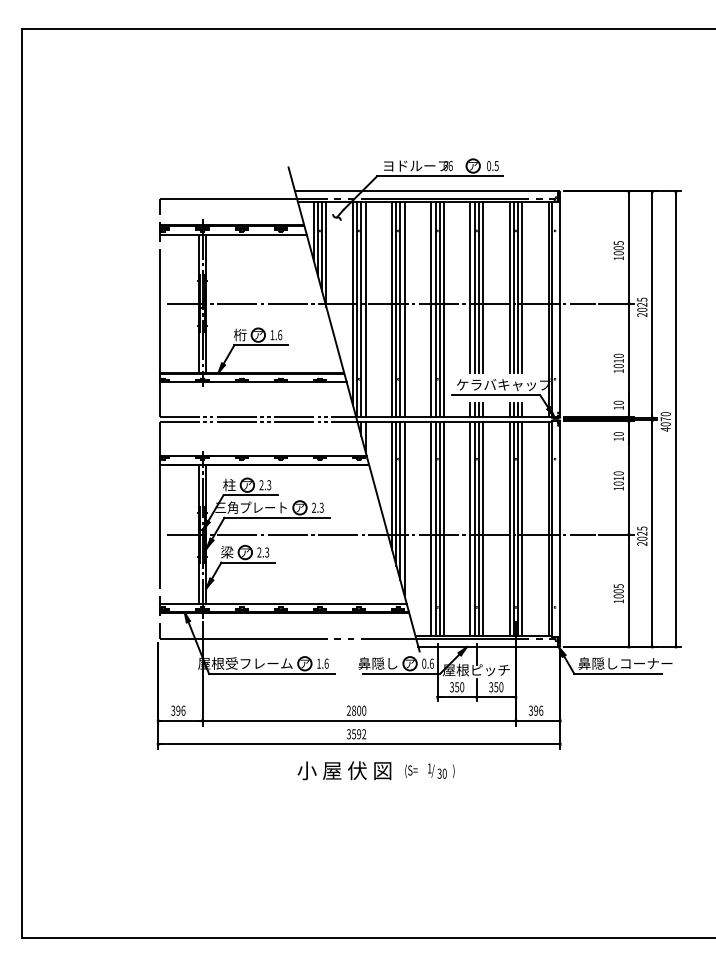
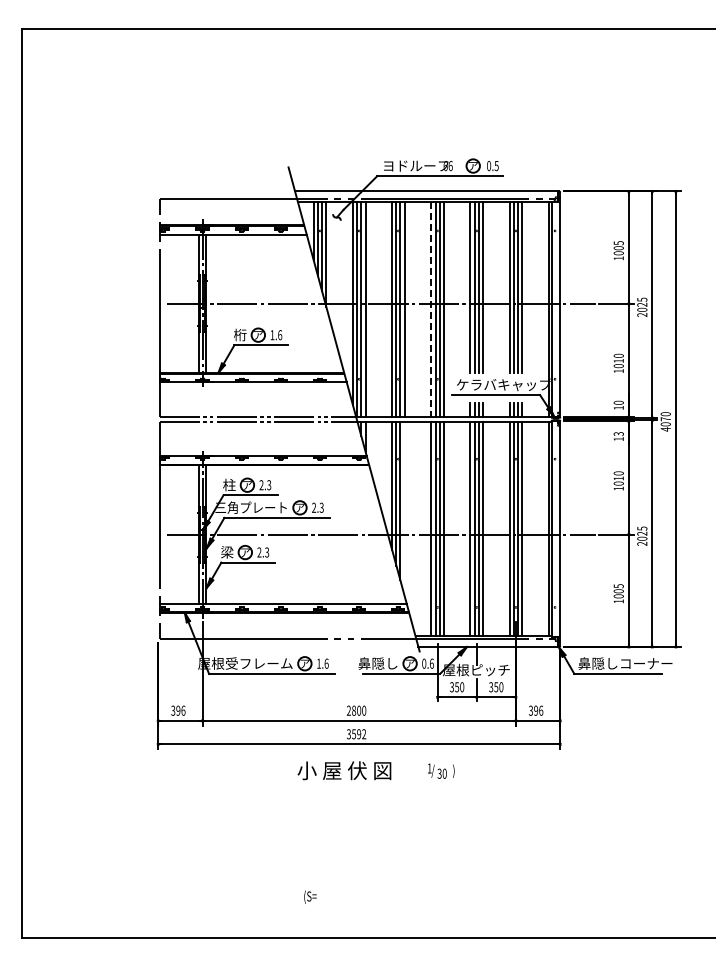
line at (431, 310): solid -> dashed
text at (618, 434): 10 -> 13
line at (404, 508): present -> none
text at (411, 770) position: (411, 770) -> (310, 896)
